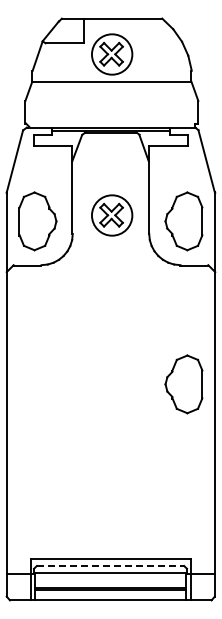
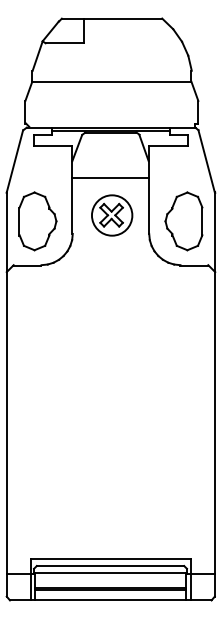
part at (112, 54): present -> none
line at (110, 178): none -> present
part at (183, 384): present -> none
line at (110, 566): dashed -> solid
